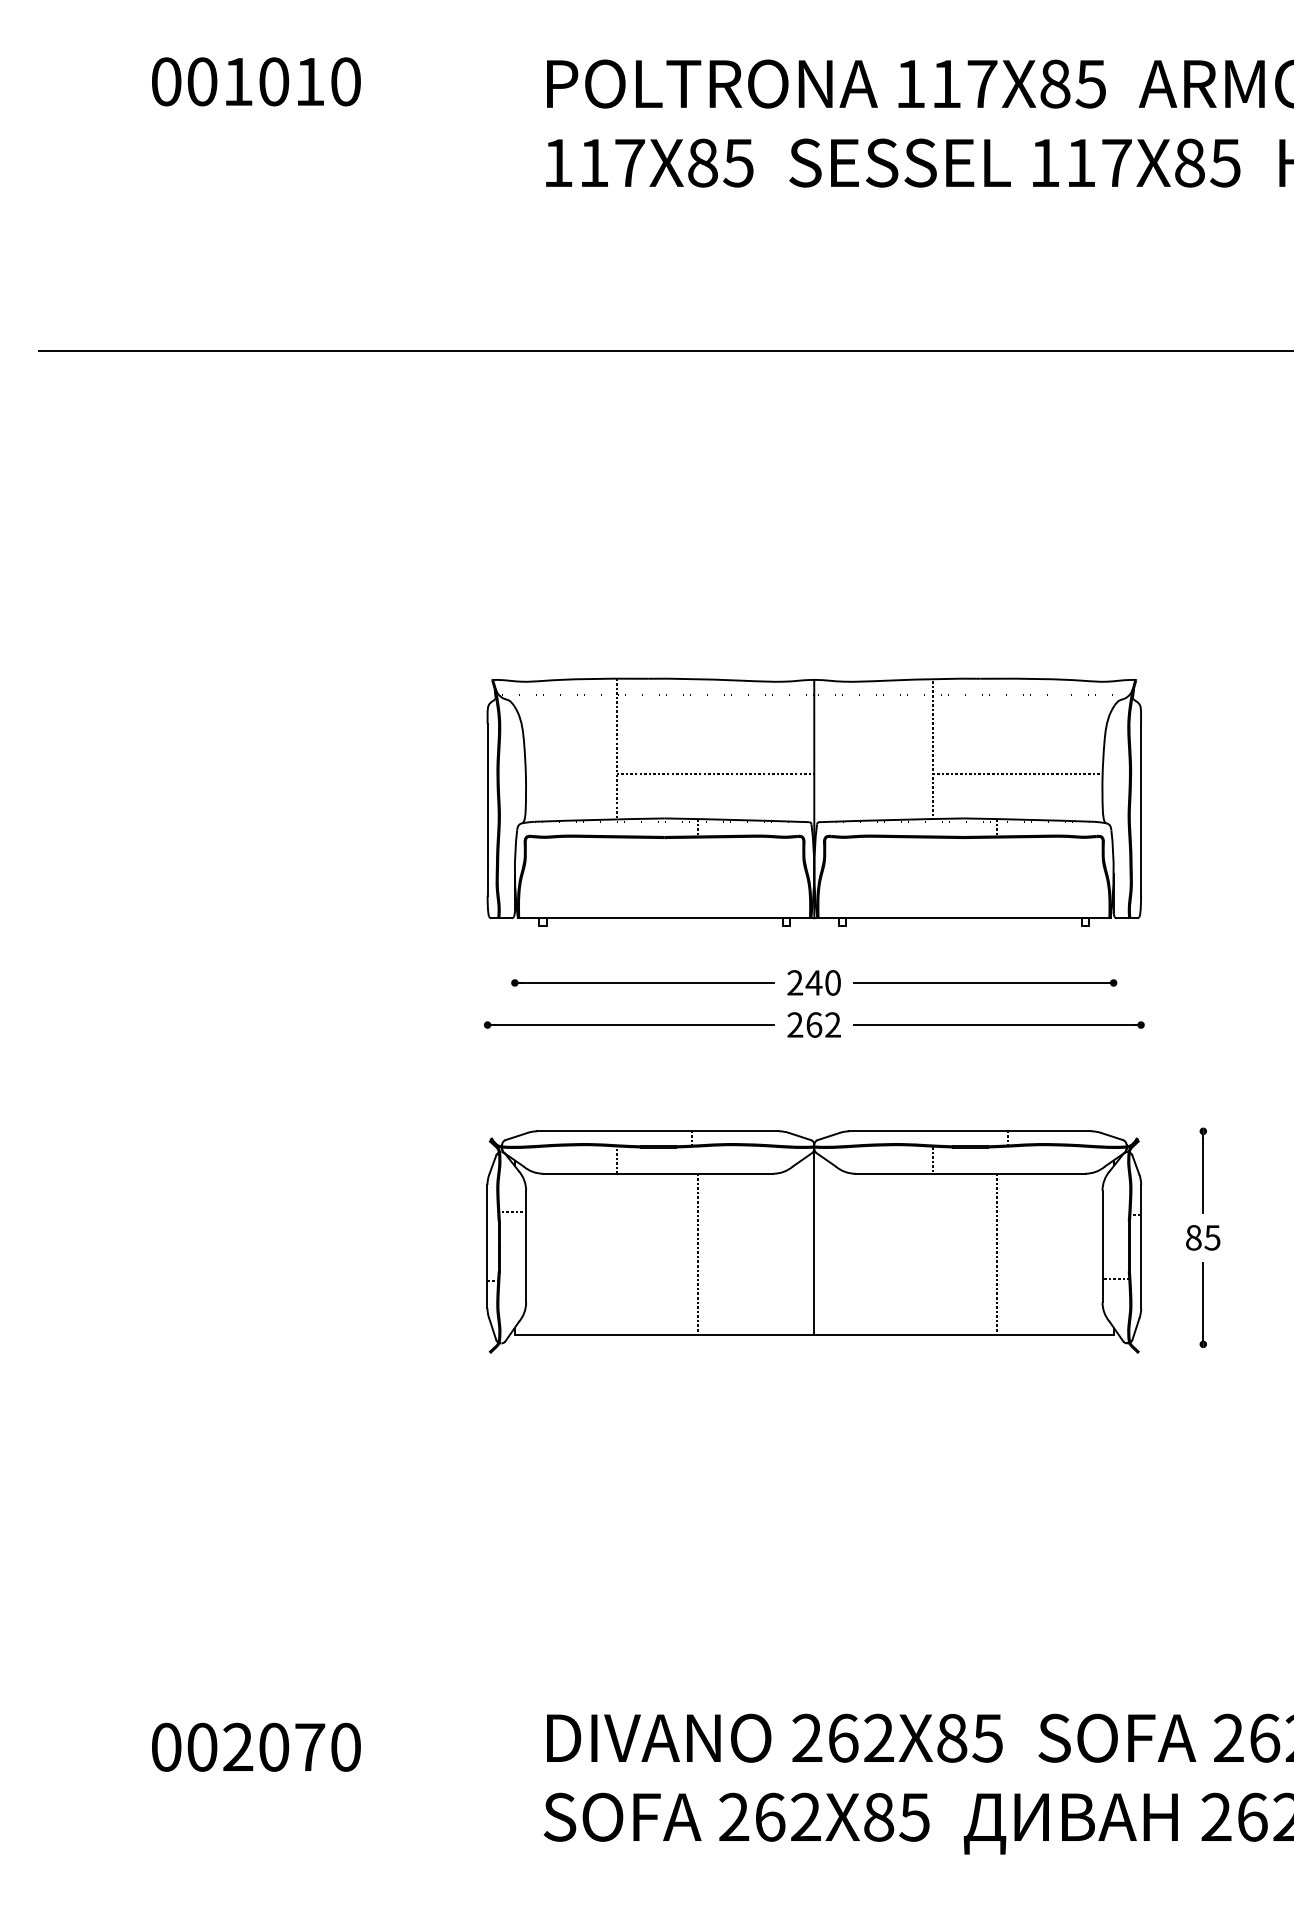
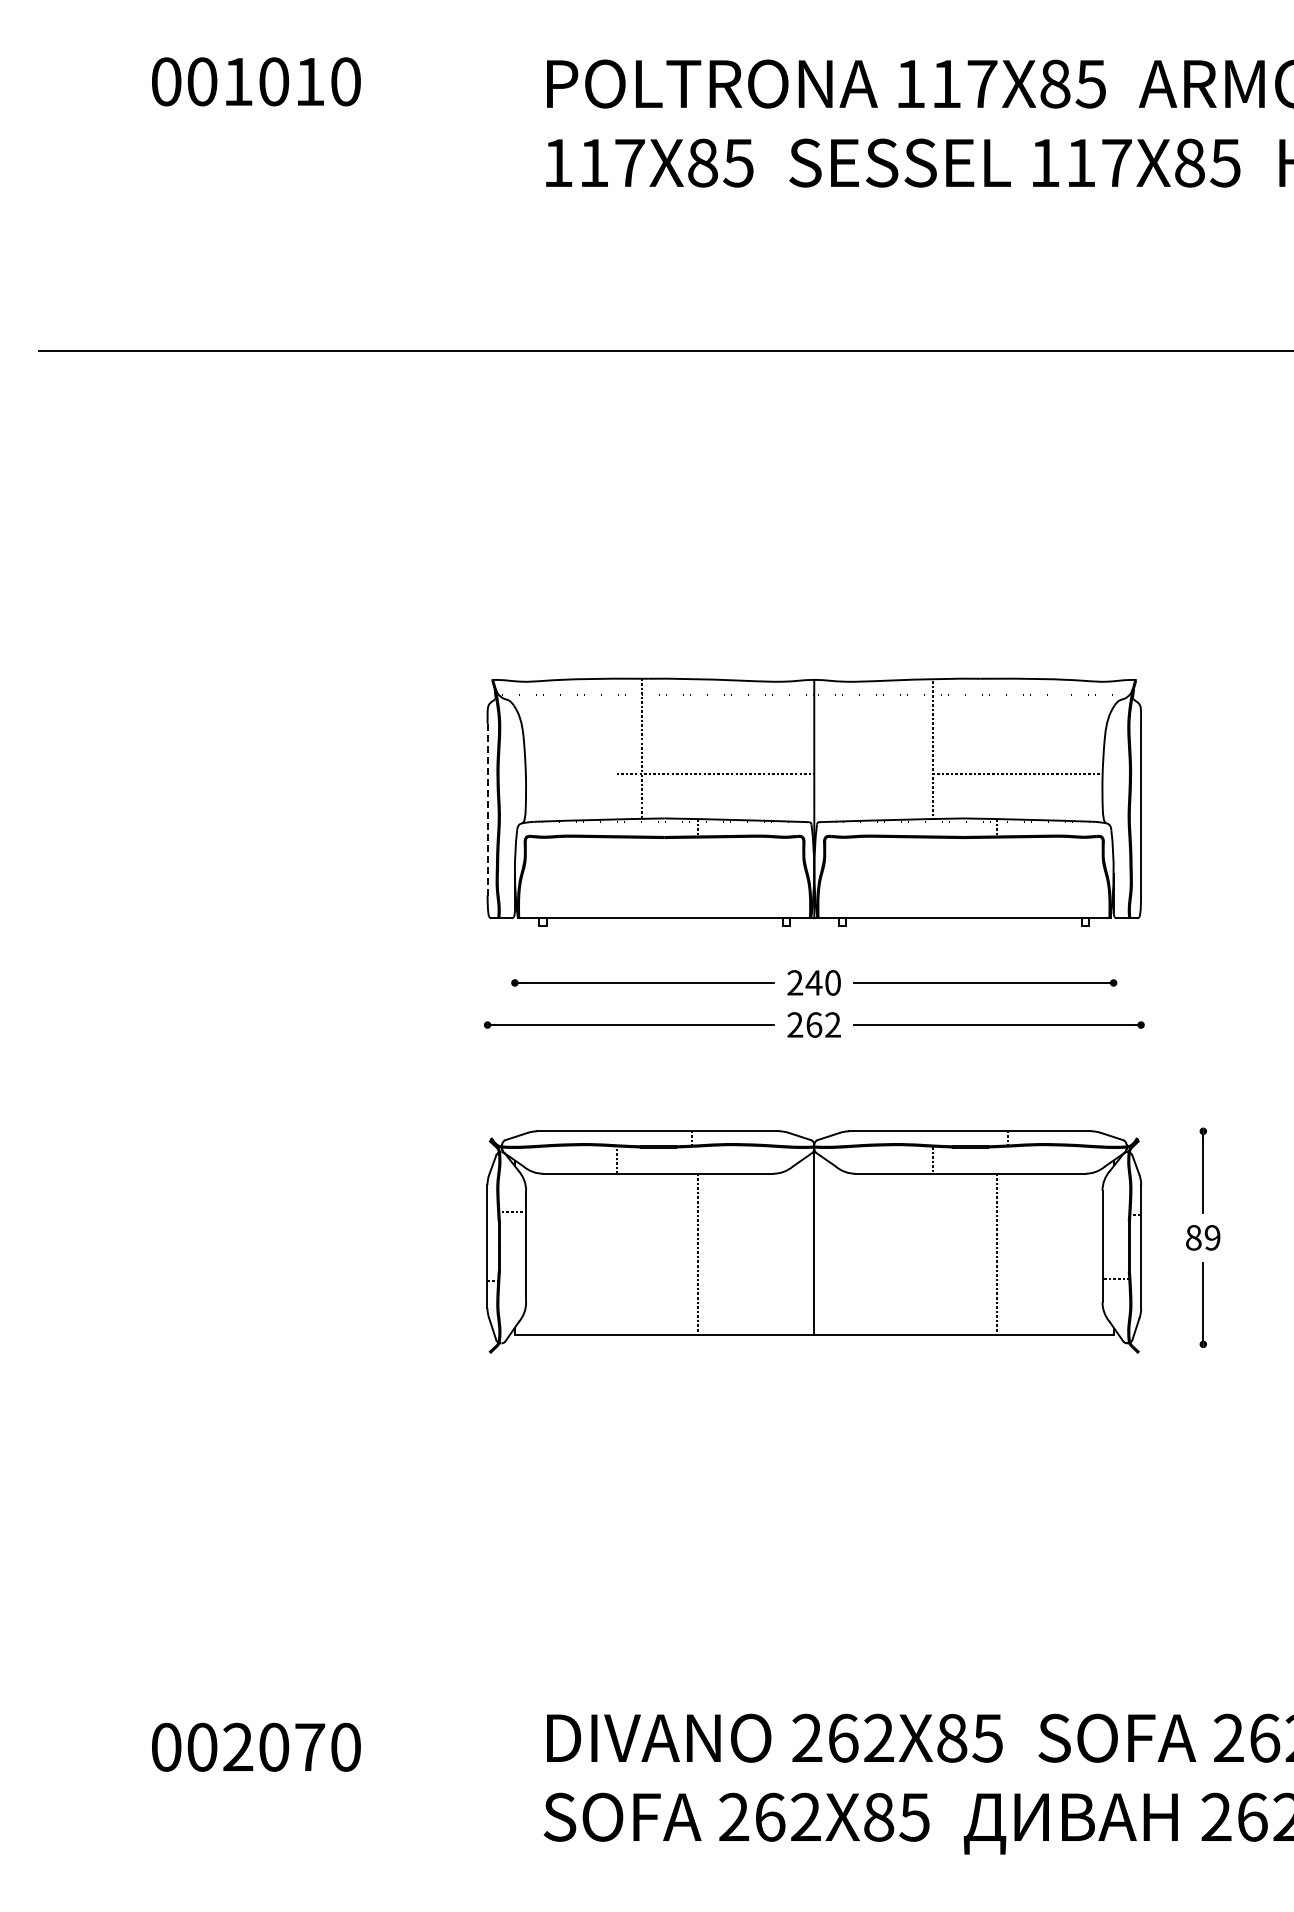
line at (616, 748) position: (616, 748) -> (641, 748)
line at (487, 809): solid -> dashed
text at (1212, 1237): 85 -> 89
